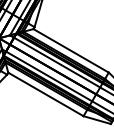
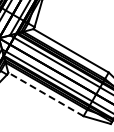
line at (45, 94): solid -> dashed
